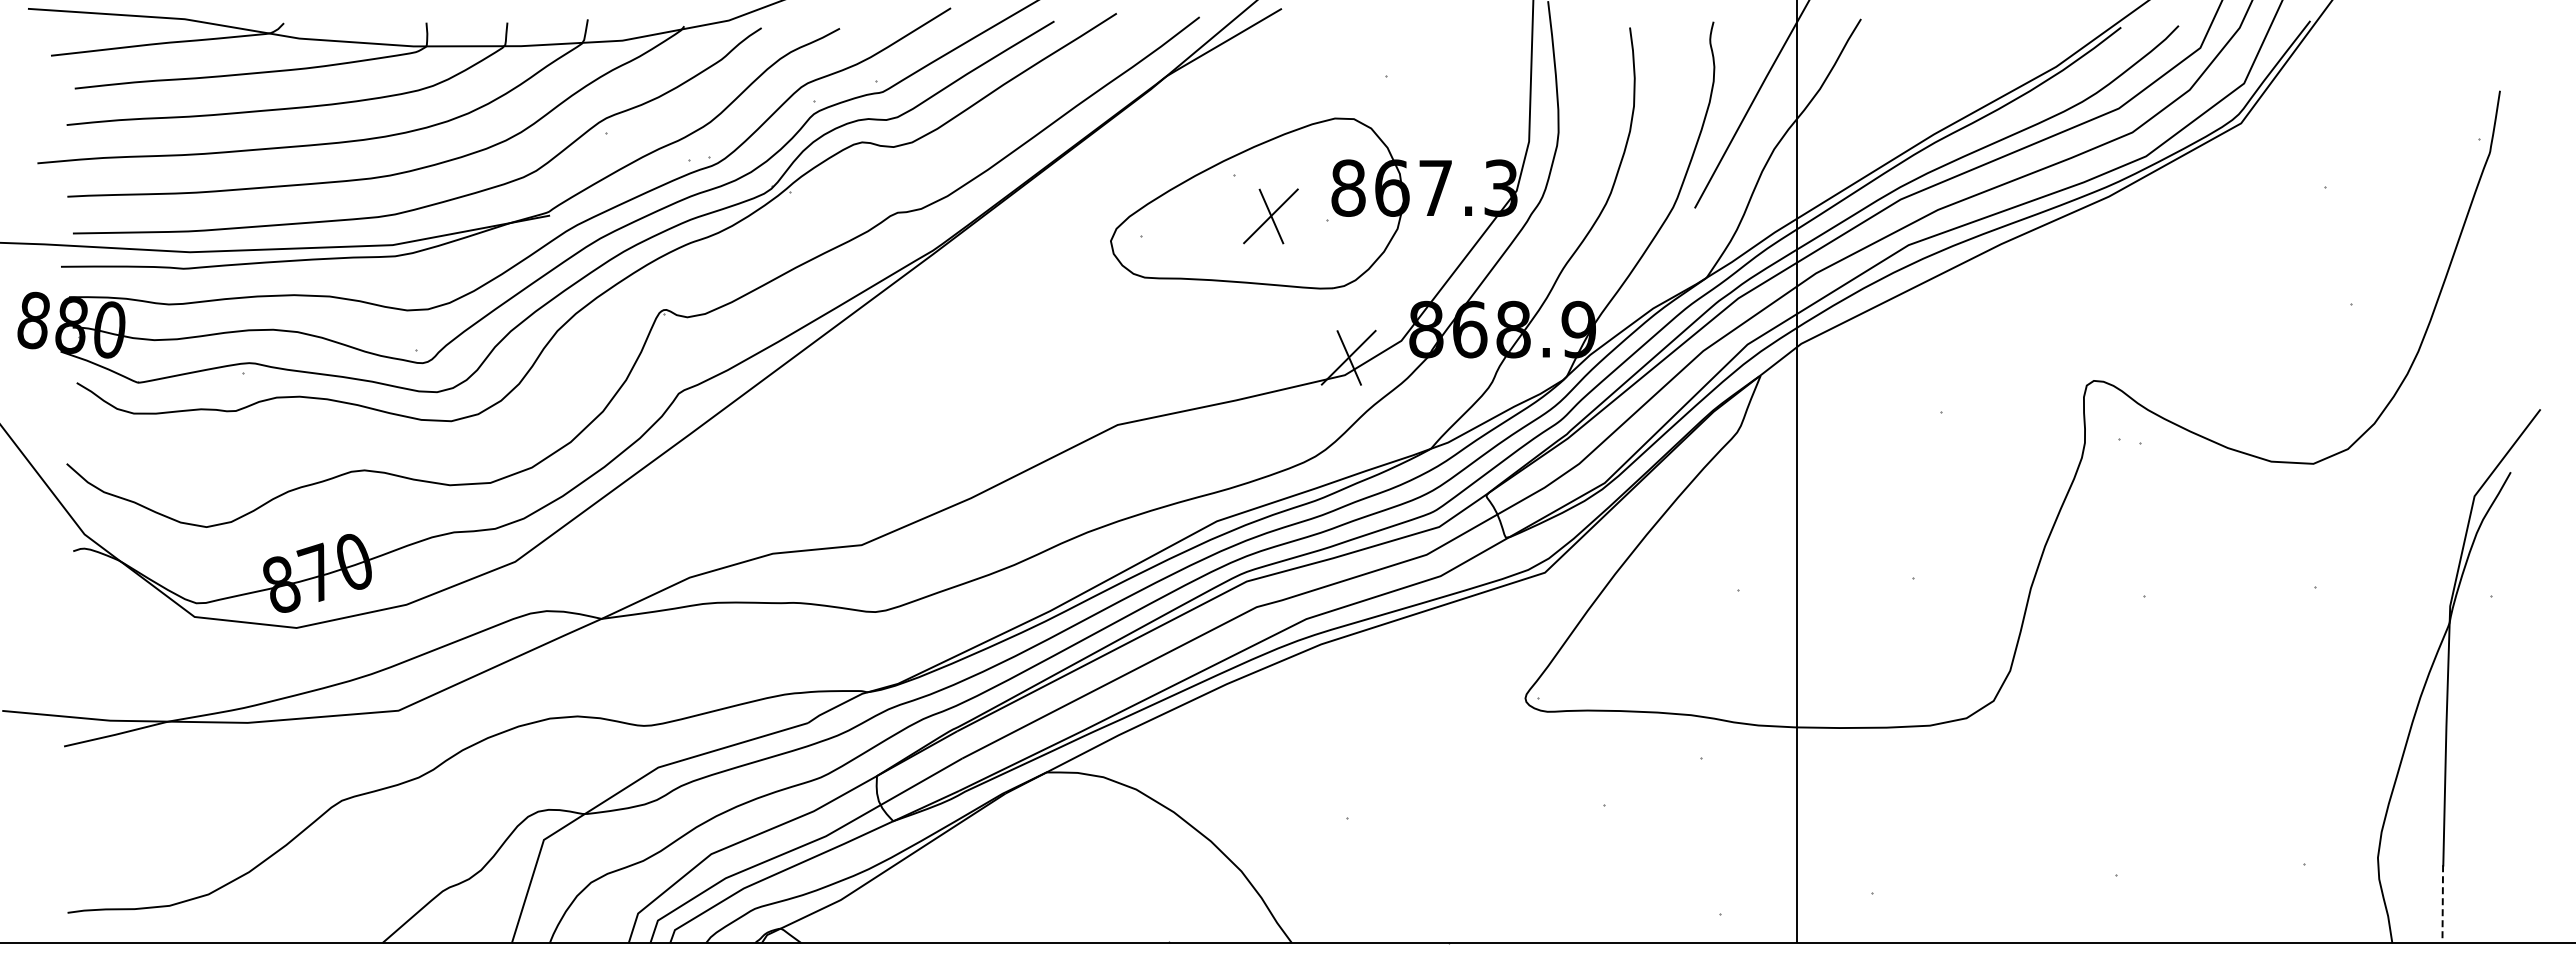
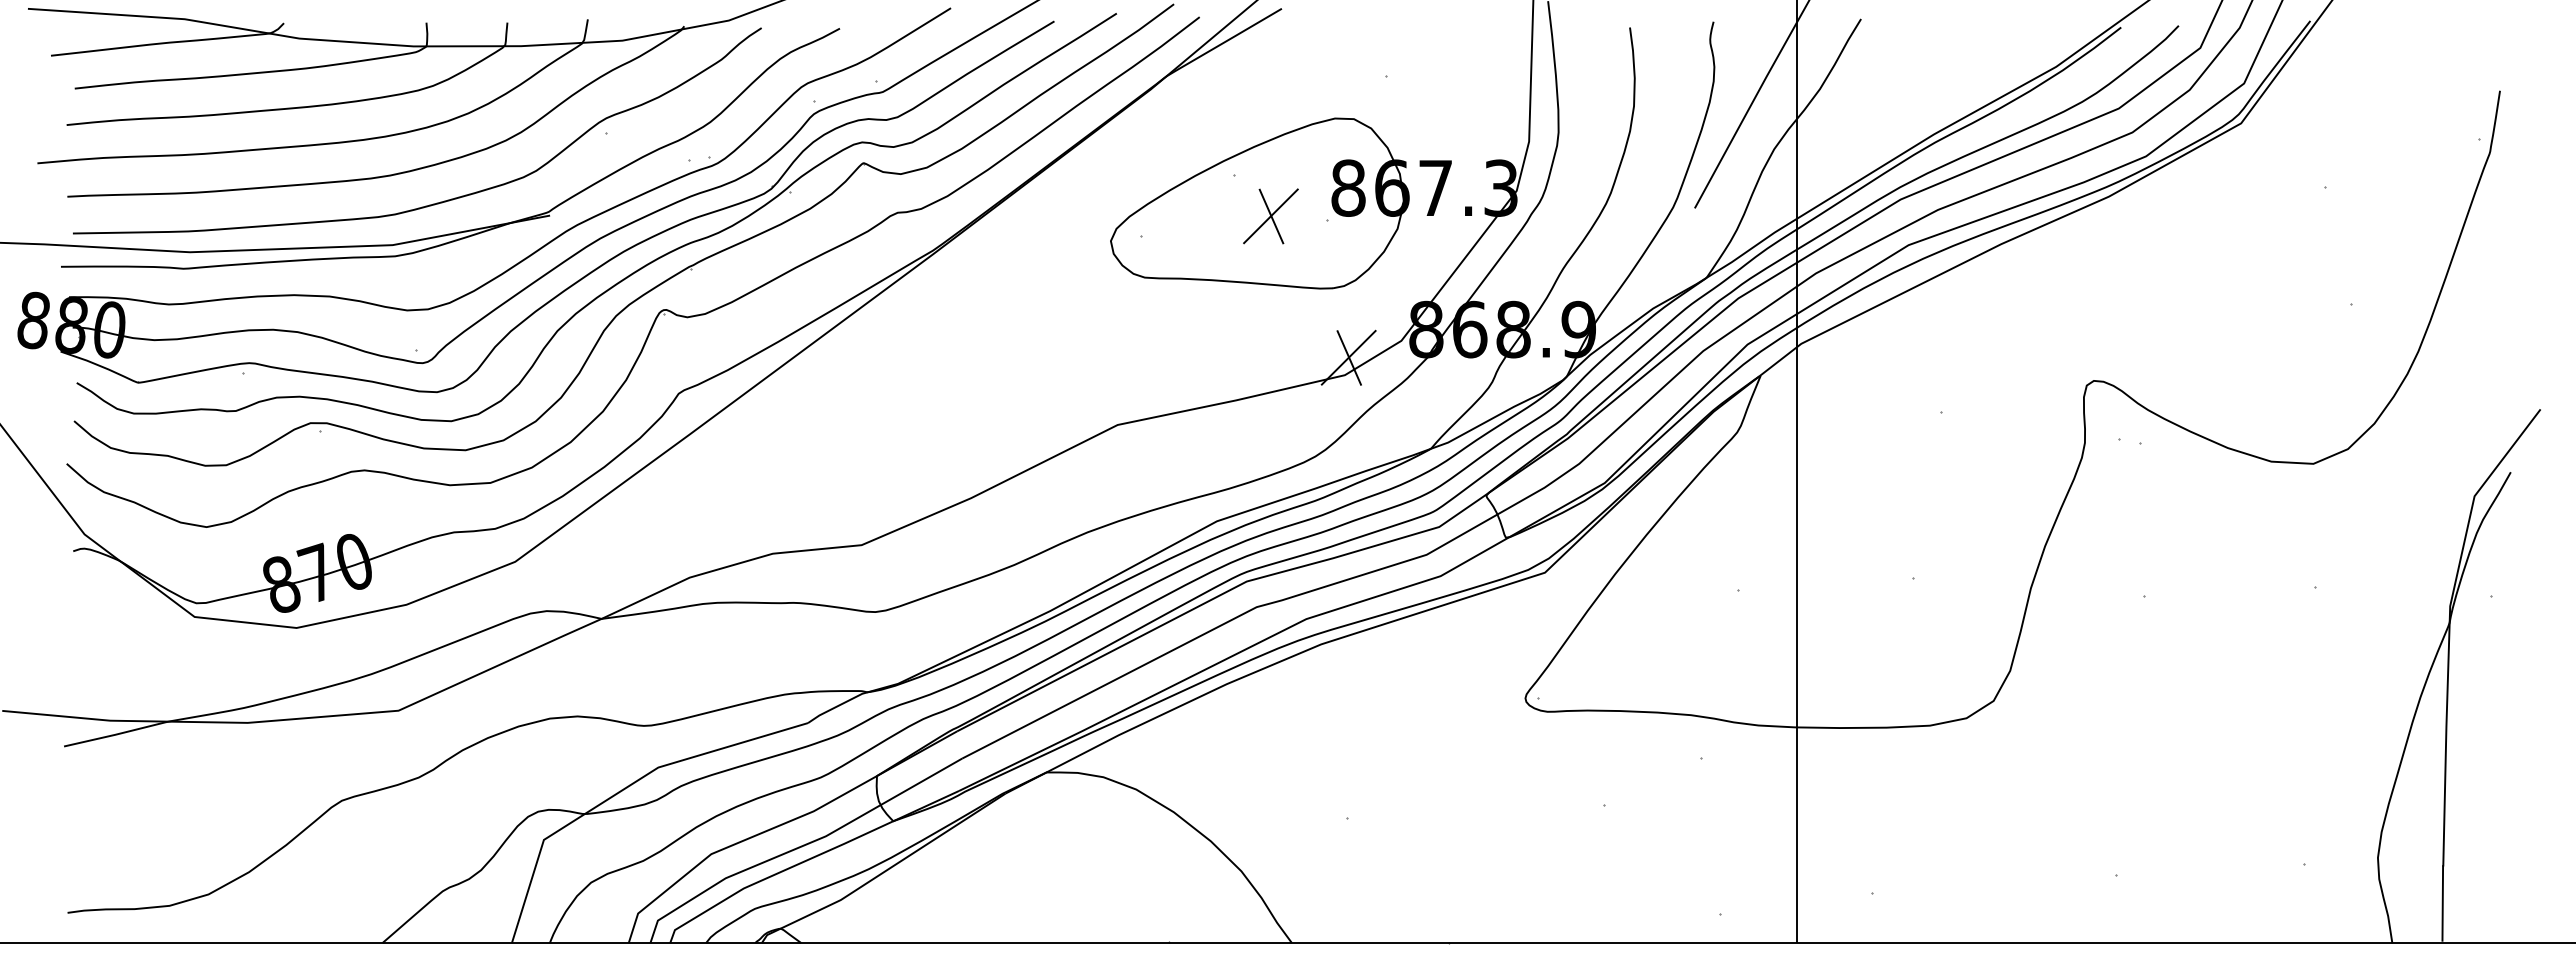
part at (654, 286): none -> present
line at (2442, 903): dashed -> solid
